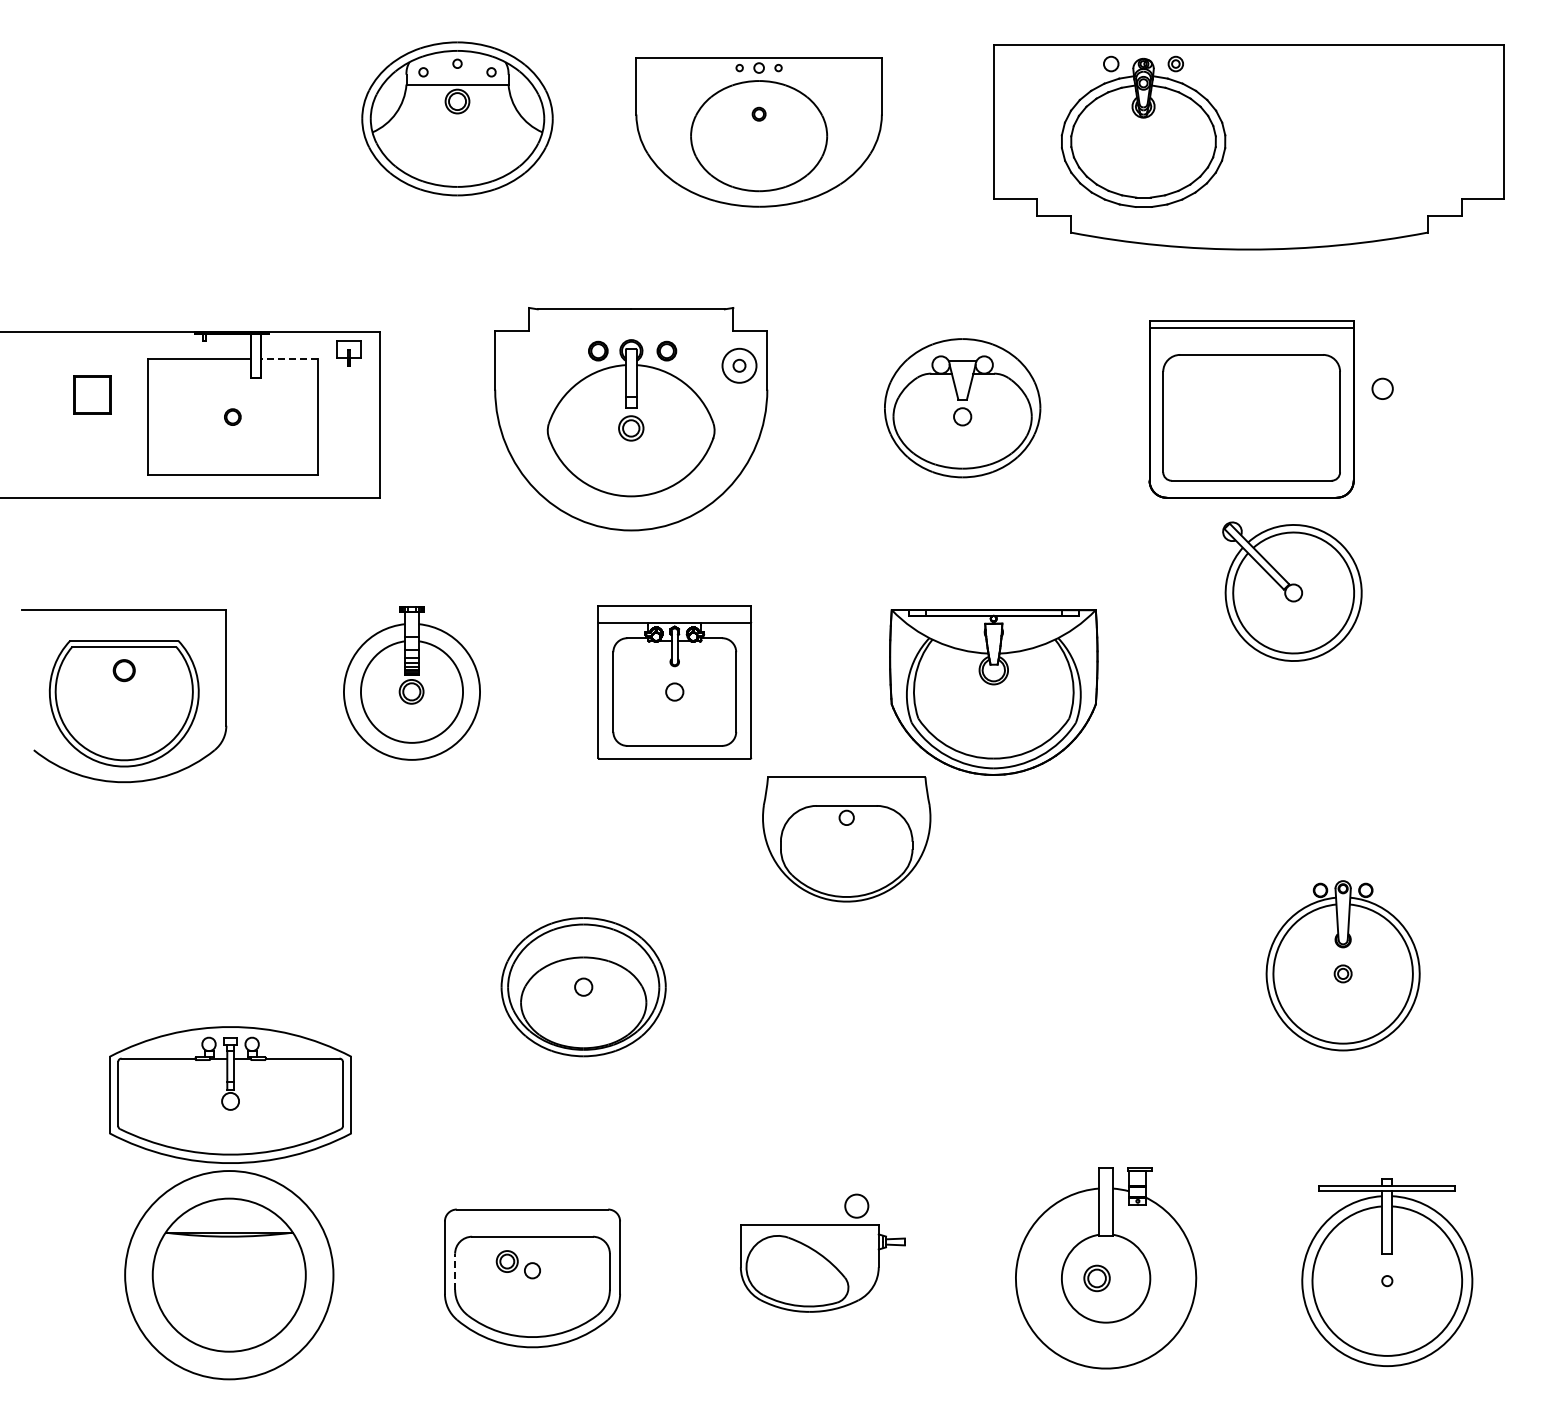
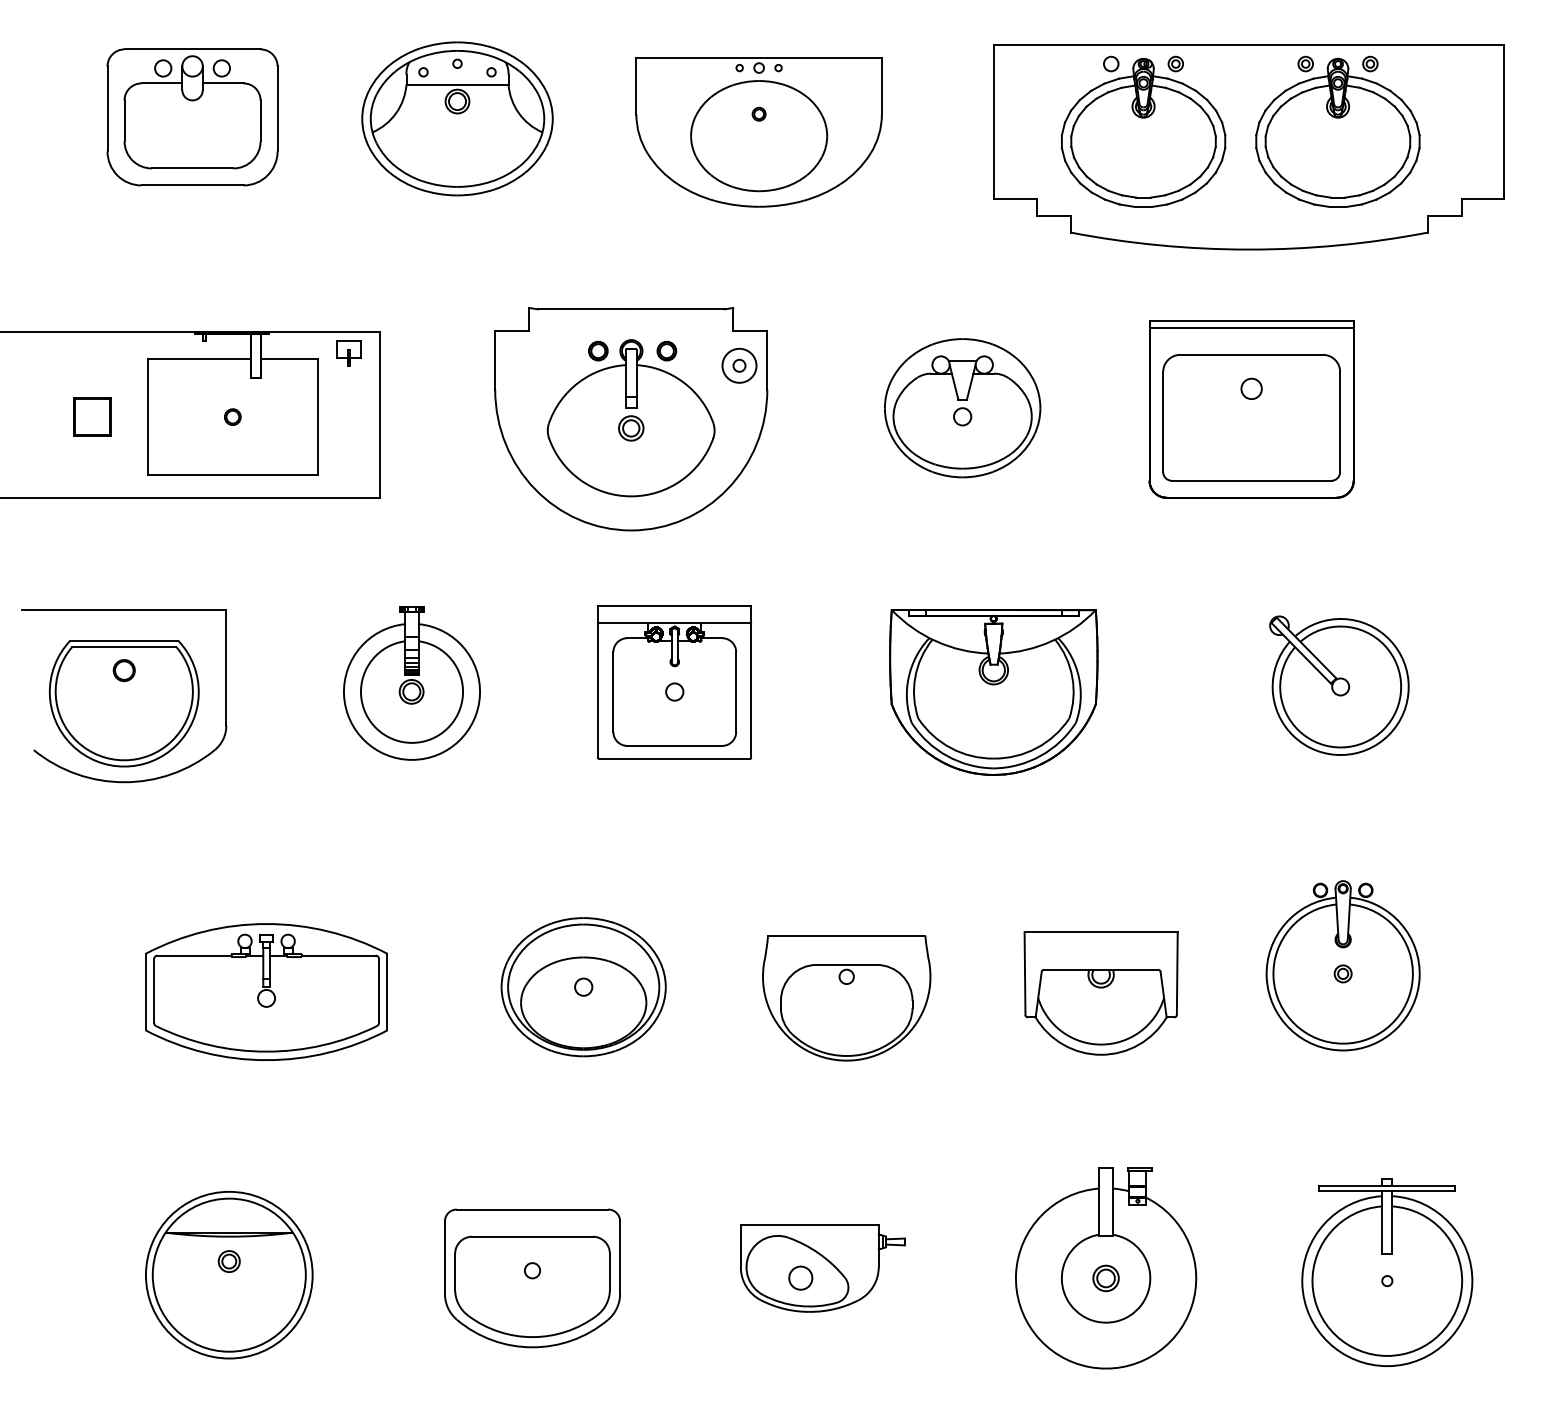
part at (192, 117): none -> present
part at (1337, 131): none -> present
line at (288, 359): dashed -> solid
circle at (1382, 388) position: (1382, 388) -> (1251, 388)
part at (92, 394) position: (92, 394) -> (92, 416)
part at (1292, 591) position: (1292, 591) -> (1339, 685)
part at (846, 839) position: (846, 839) -> (846, 998)
part at (1100, 993): none -> present
part at (230, 1094) position: (230, 1094) -> (266, 991)
circle at (856, 1205) position: (856, 1205) -> (800, 1277)
part at (506, 1261) position: (506, 1261) -> (228, 1261)
line at (455, 1271): dashed -> solid
circle at (229, 1275) diameter: 208 px -> 167 px
part at (1096, 1278) position: (1096, 1278) -> (1105, 1278)
